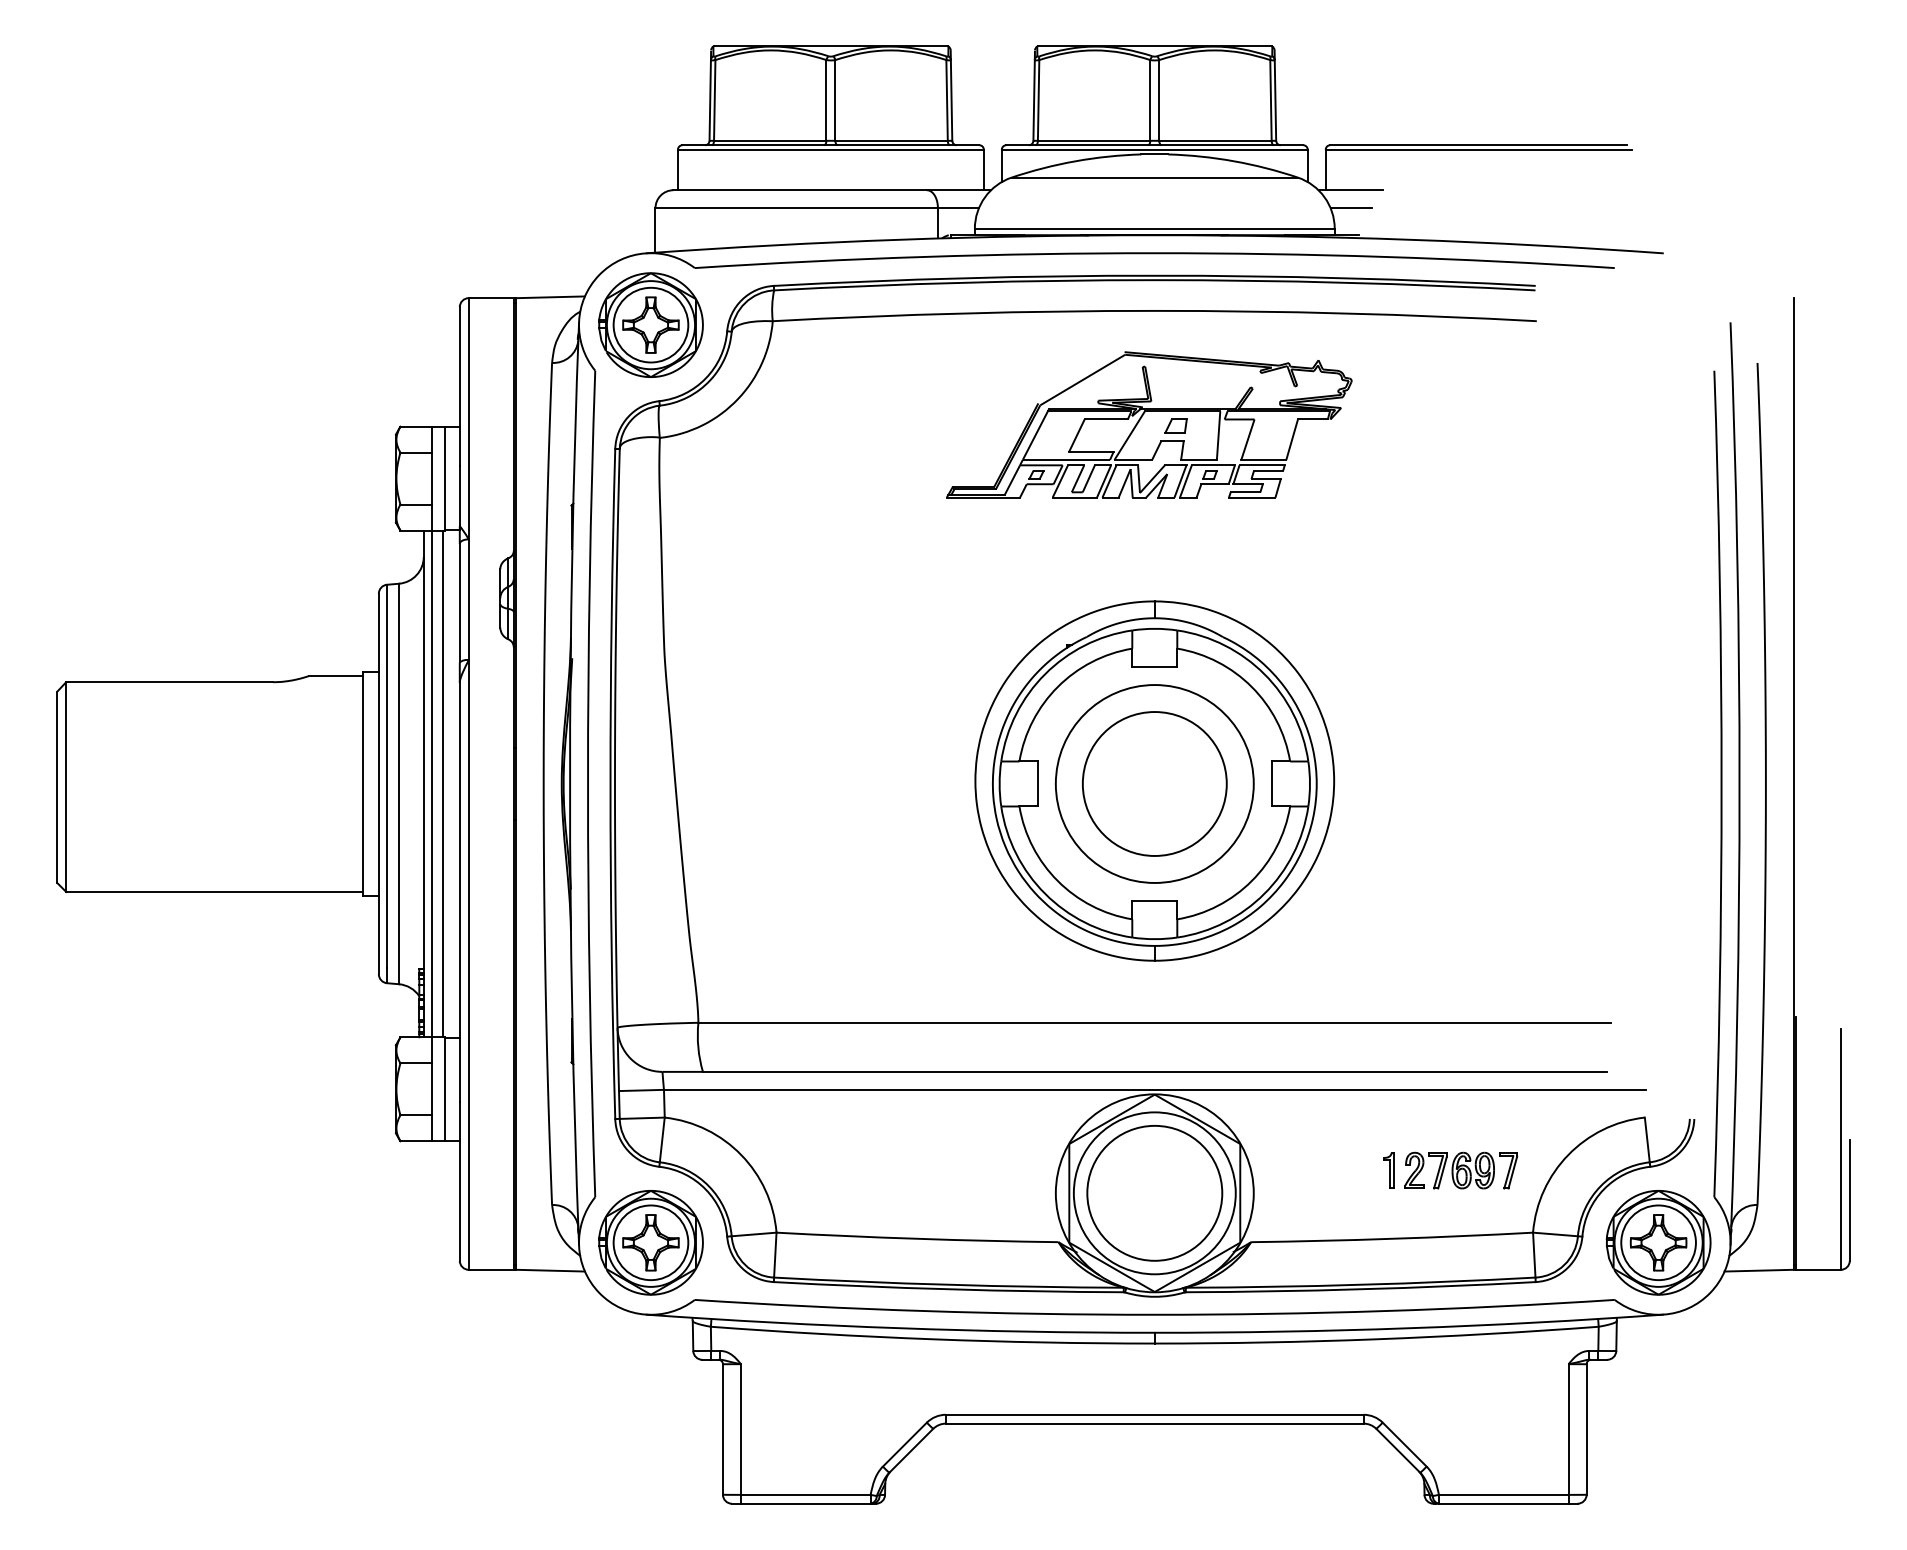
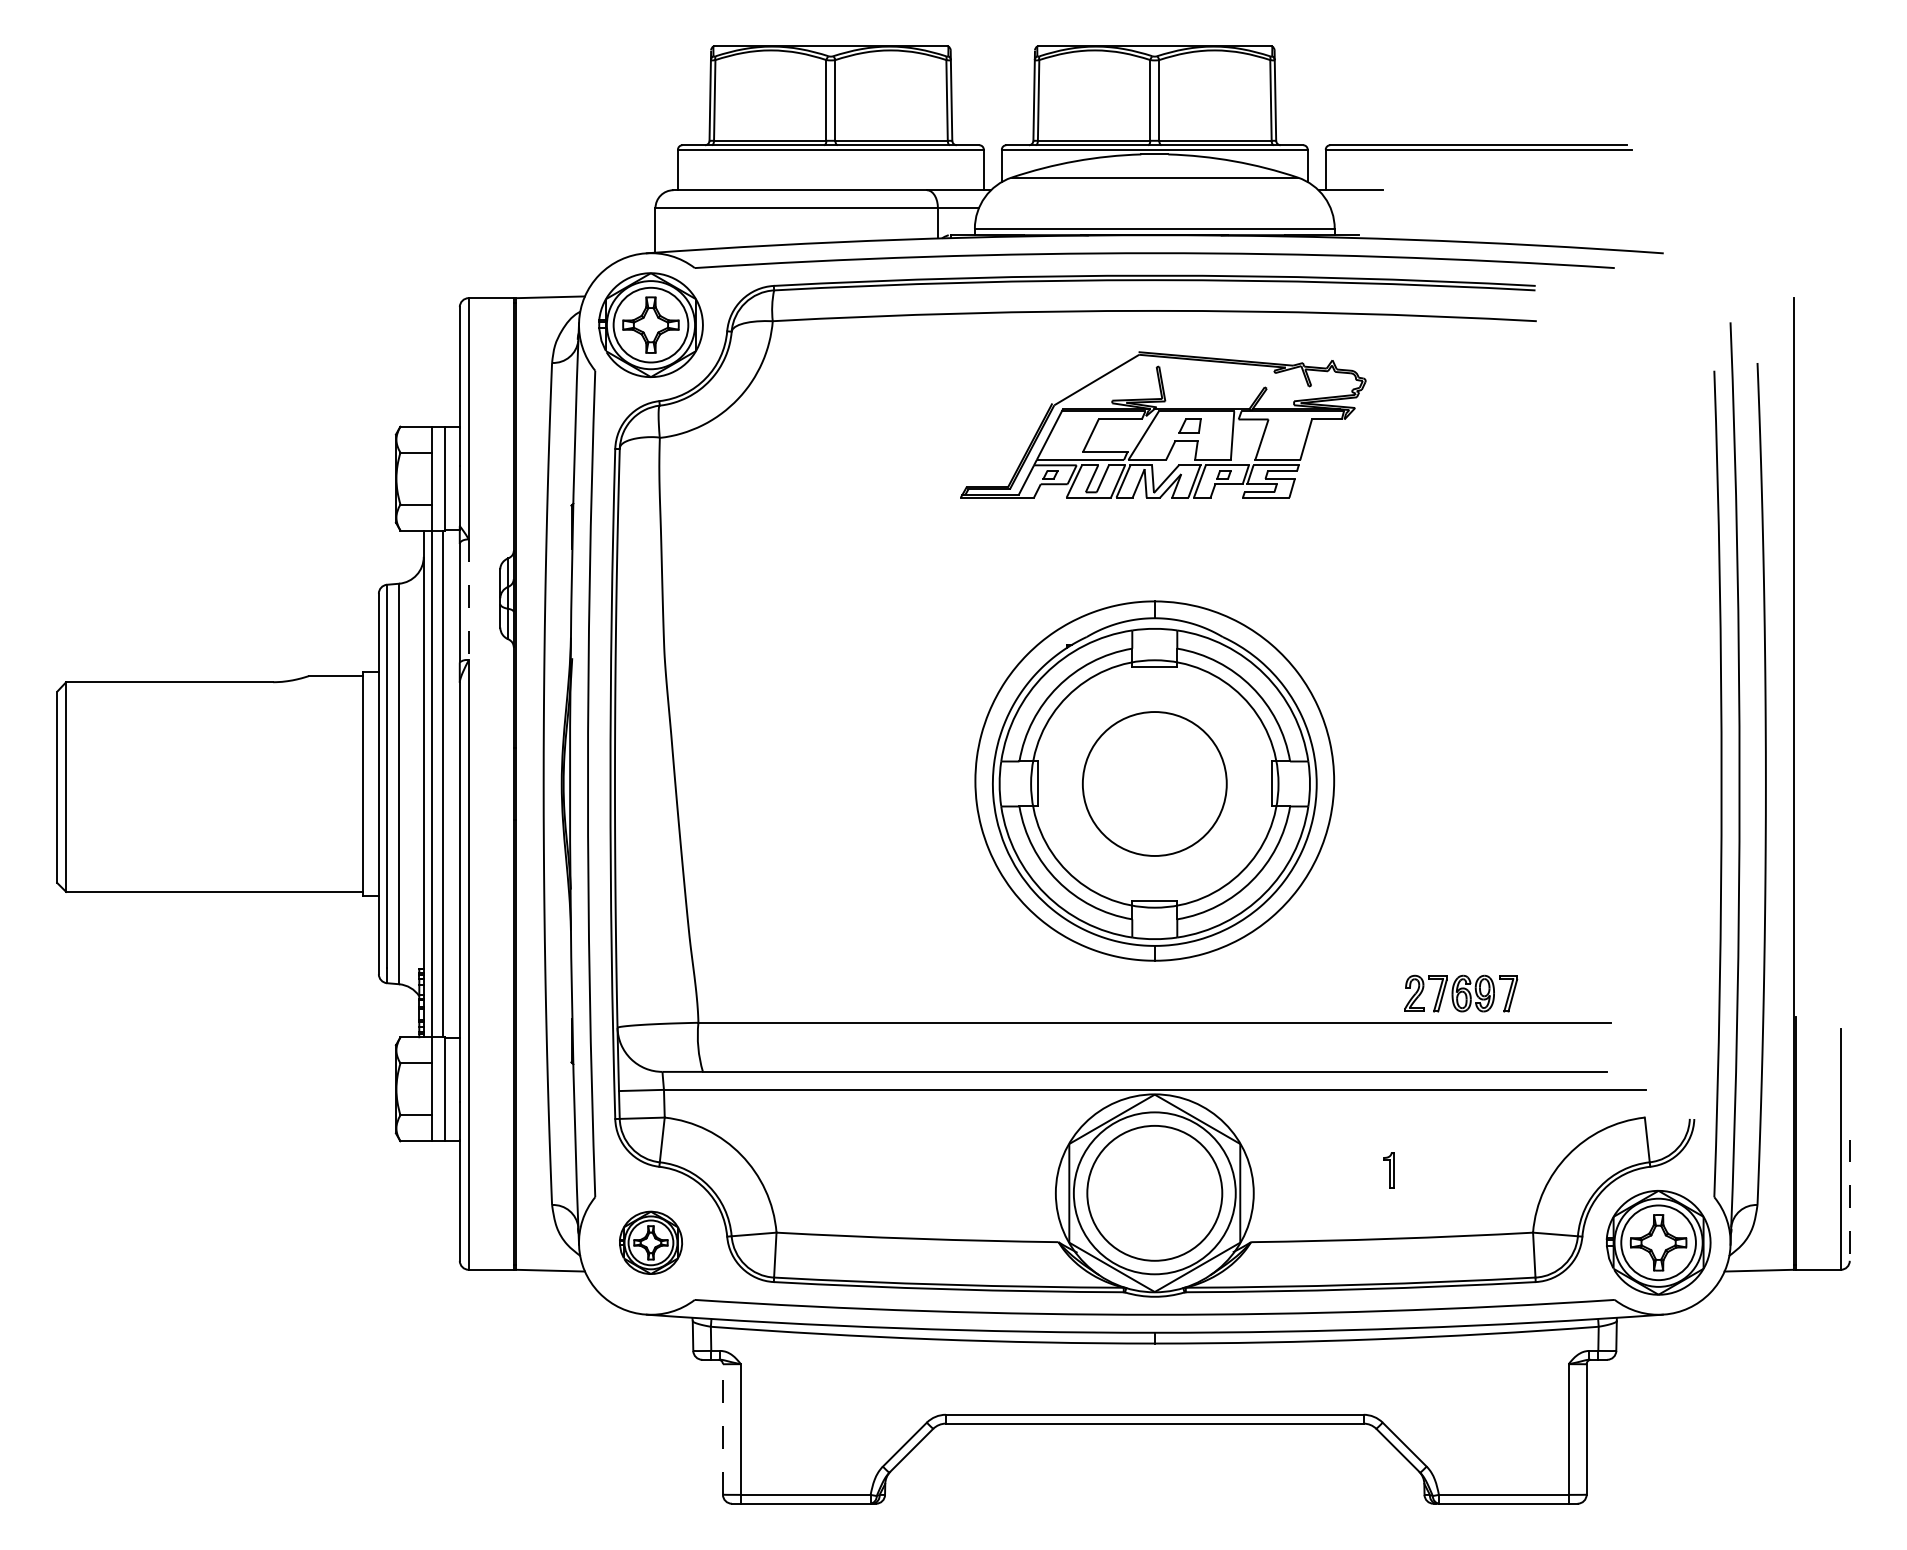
line at (1350, 208): present -> none
part at (1149, 424) position: (1149, 424) -> (1163, 424)
line at (468, 600): solid -> dashed
circle at (1154, 783) diameter: 198 px -> 247 px
part at (1461, 1170) position: (1461, 1170) -> (1461, 993)
line at (1849, 1200): solid -> dashed
part at (650, 1242) size: 106x106 px -> 64x65 px
line at (722, 1429): solid -> dashed
